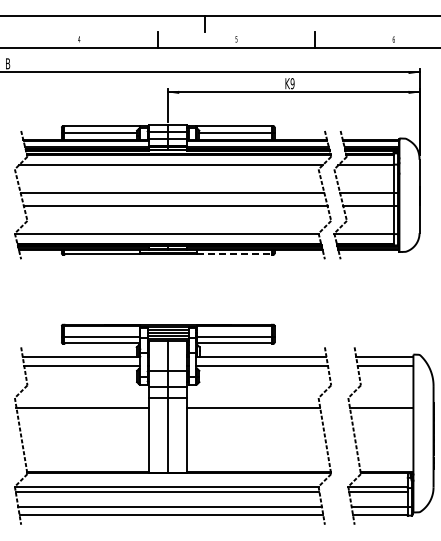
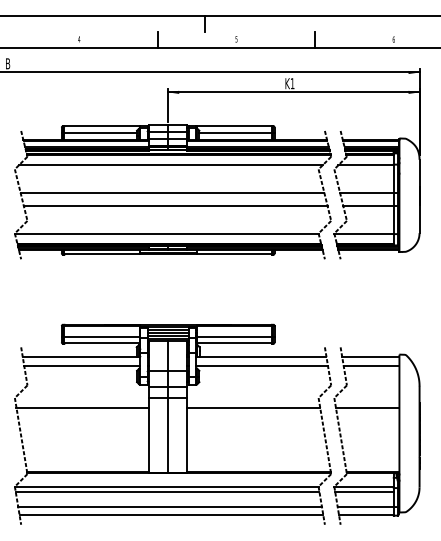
text at (292, 83): K9 -> K1
line at (234, 254): dashed -> solid
part at (412, 435) position: (412, 435) -> (398, 435)
